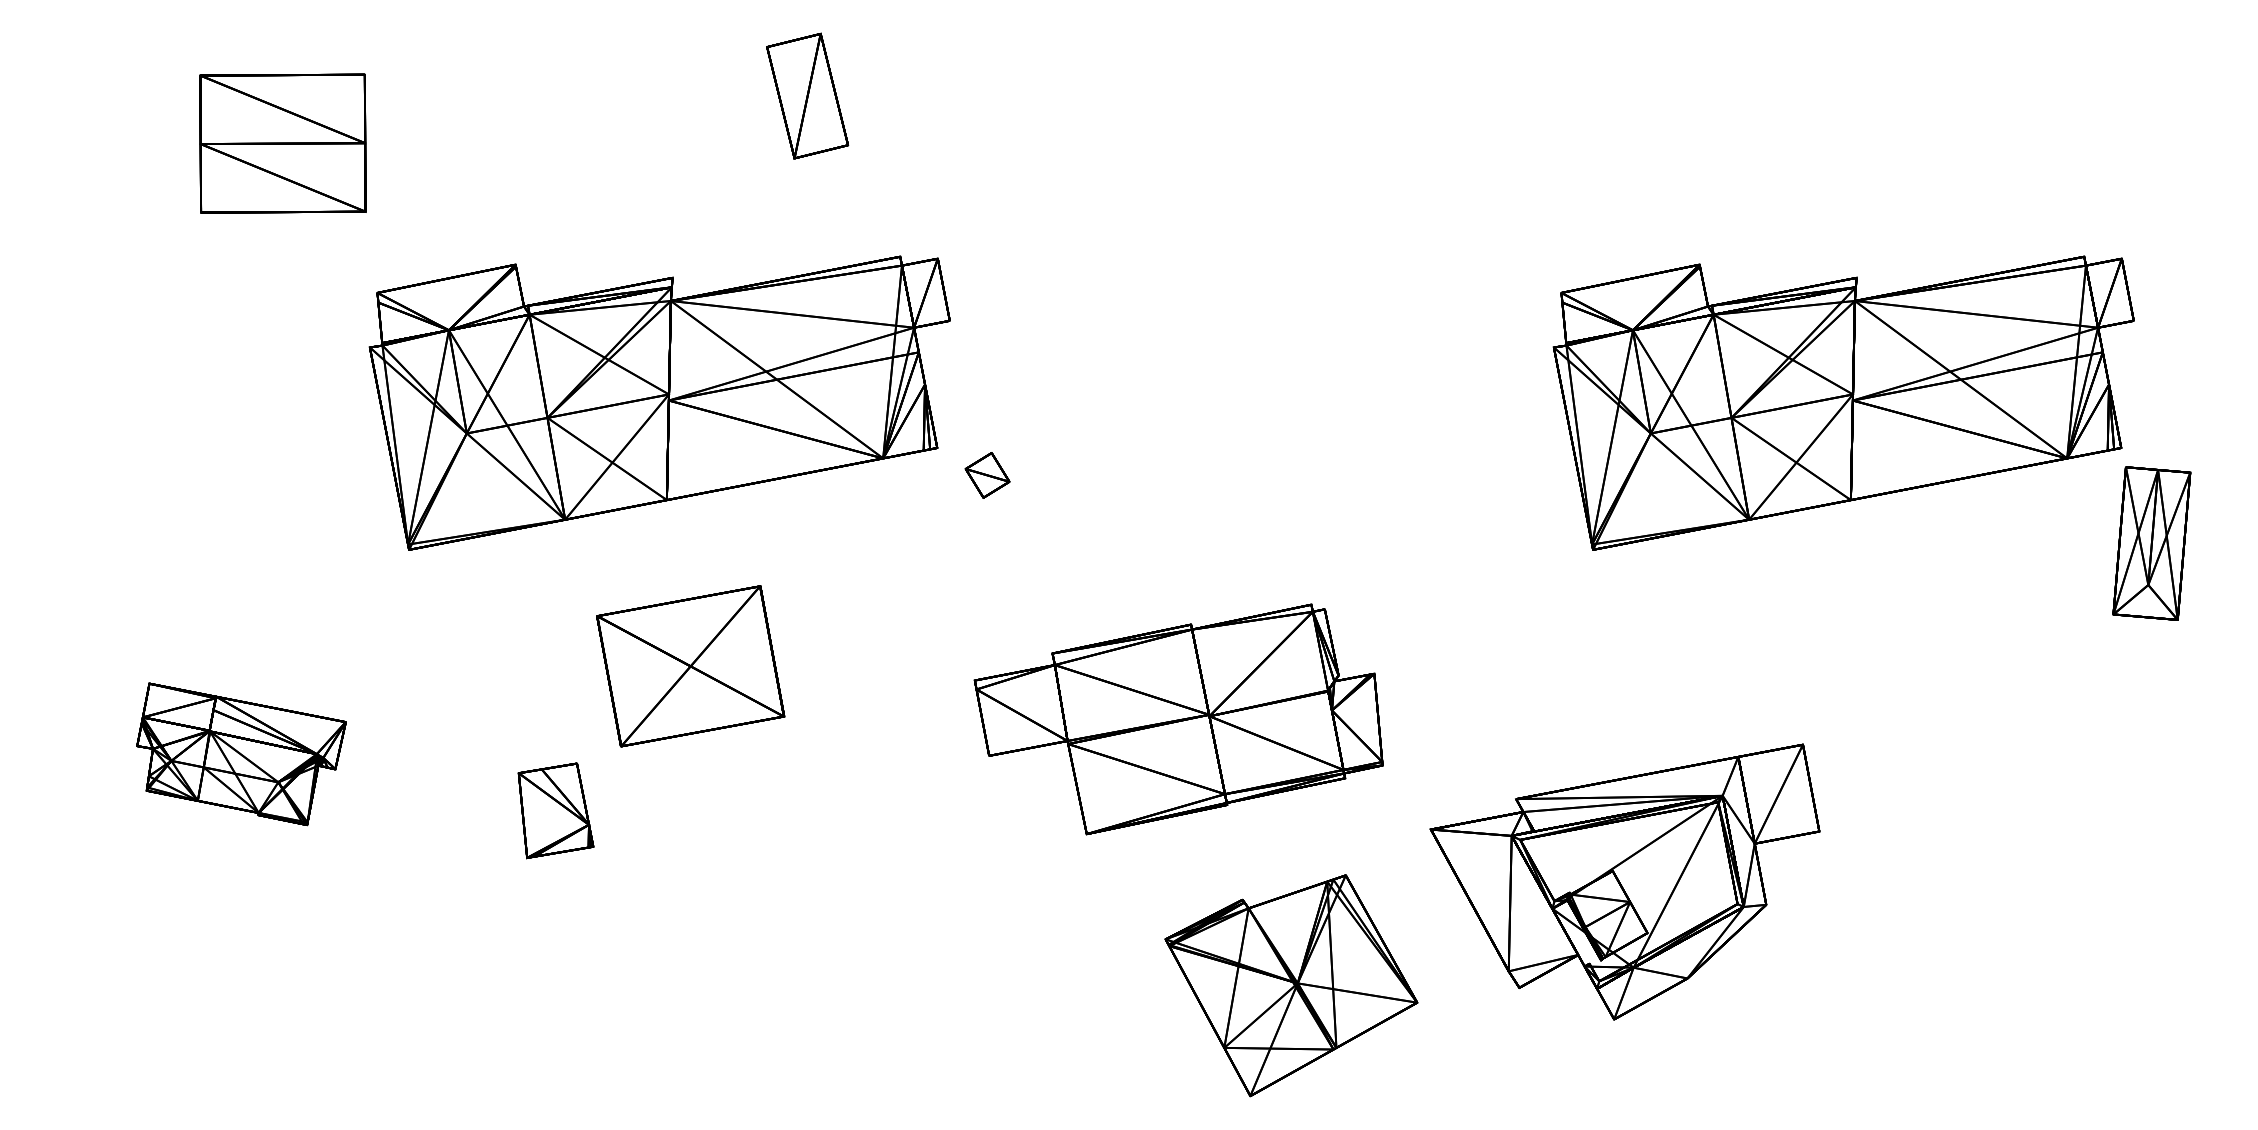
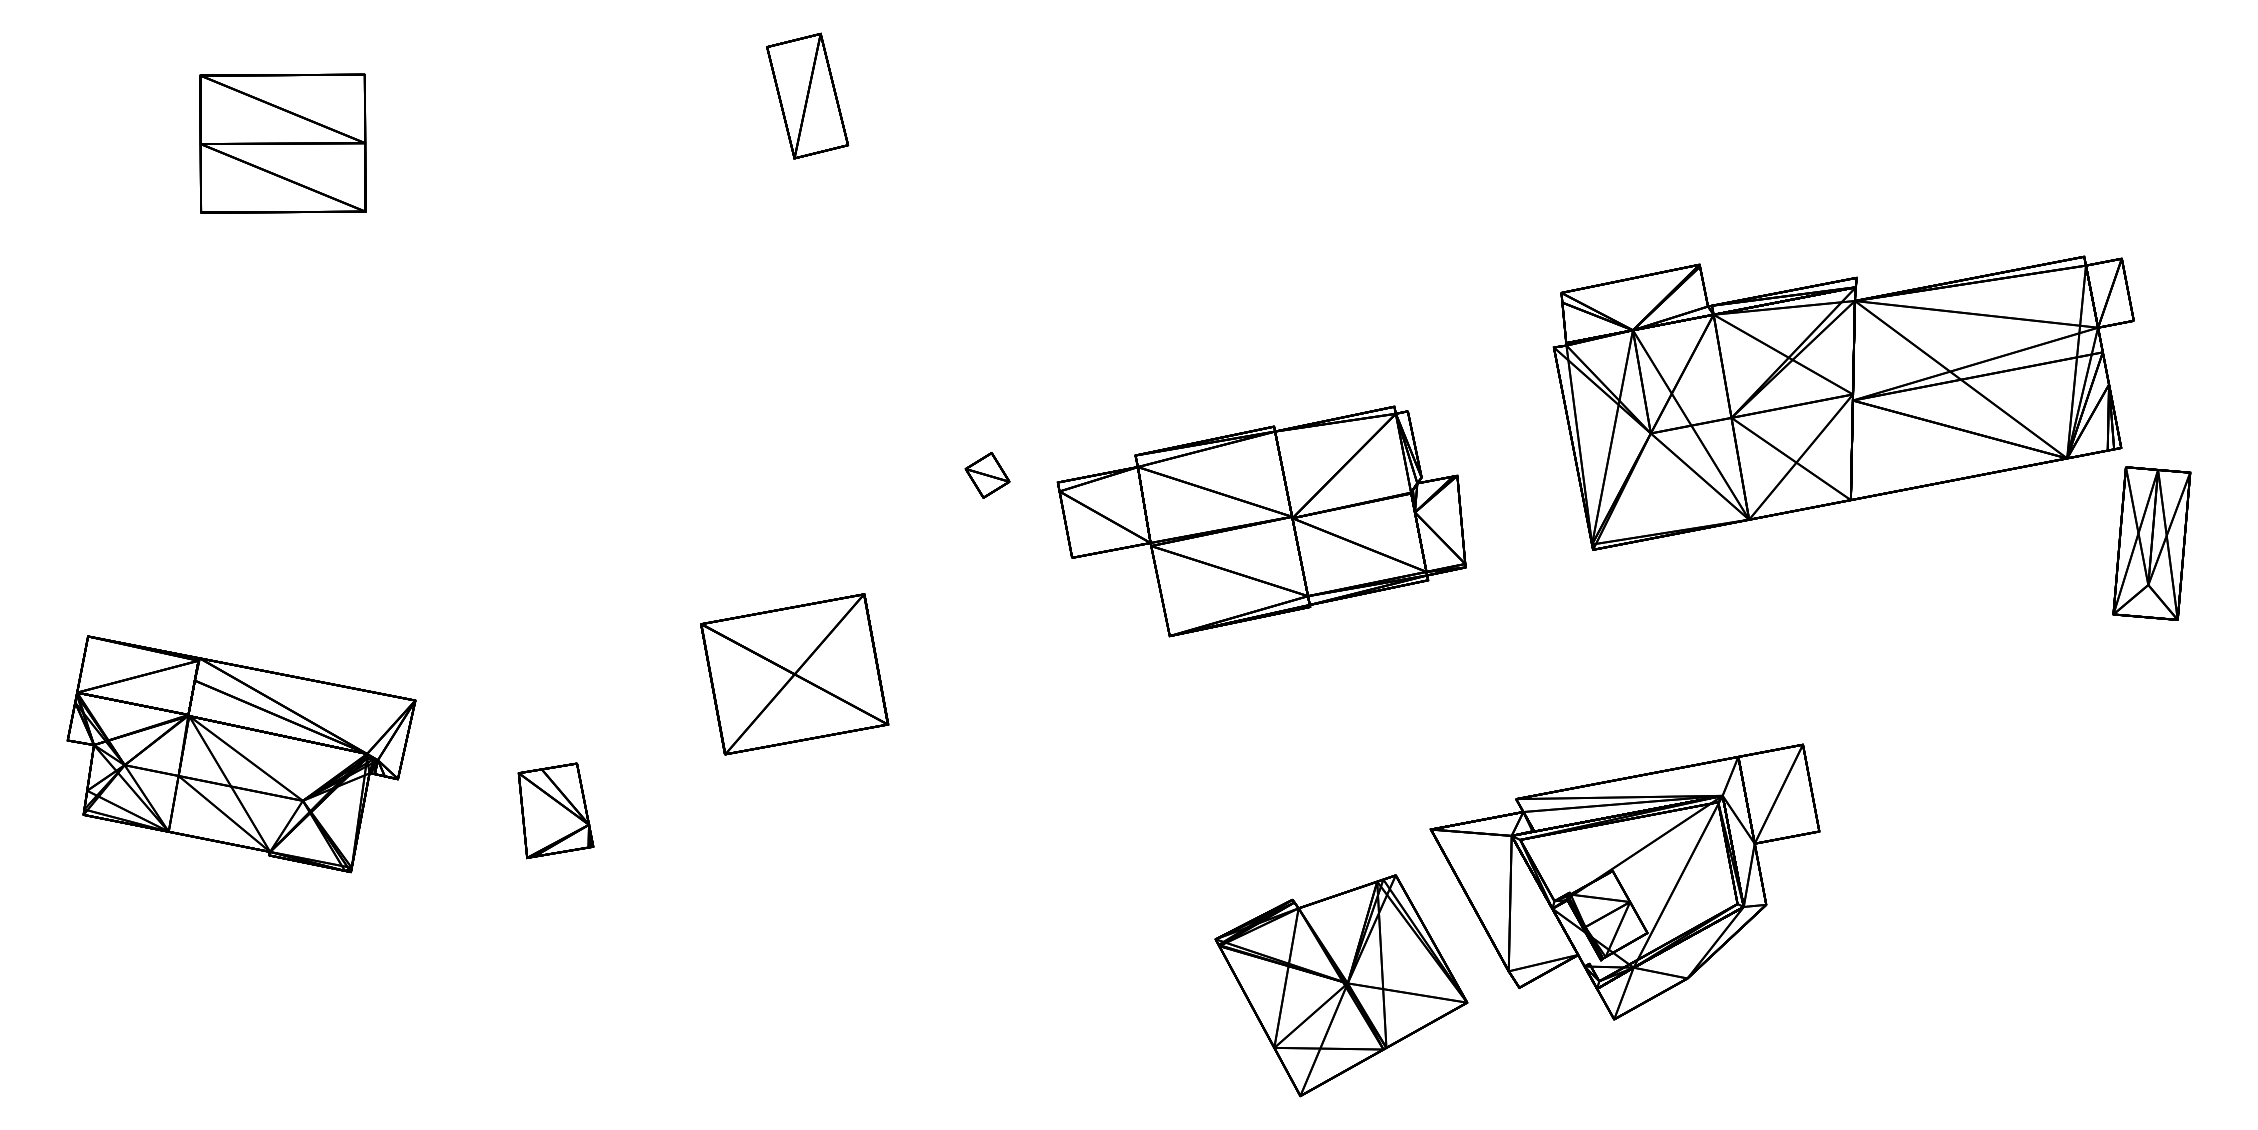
part at (659, 402): present -> none
part at (690, 666) position: (690, 666) -> (794, 674)
part at (1178, 719) position: (1178, 719) -> (1261, 521)
part at (241, 754) size: 211x145 px -> 351x239 px
part at (1291, 985) position: (1291, 985) -> (1341, 985)
